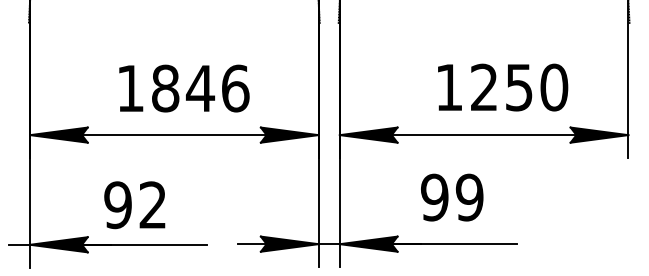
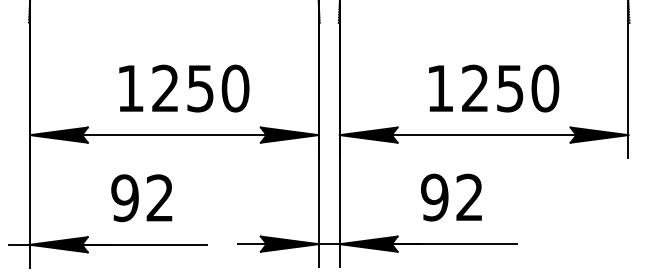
text at (503, 87) position: (503, 87) -> (494, 88)
text at (200, 88): 1846 -> 1250
text at (469, 197): 99 -> 92
text at (134, 205) position: (134, 205) -> (141, 198)
